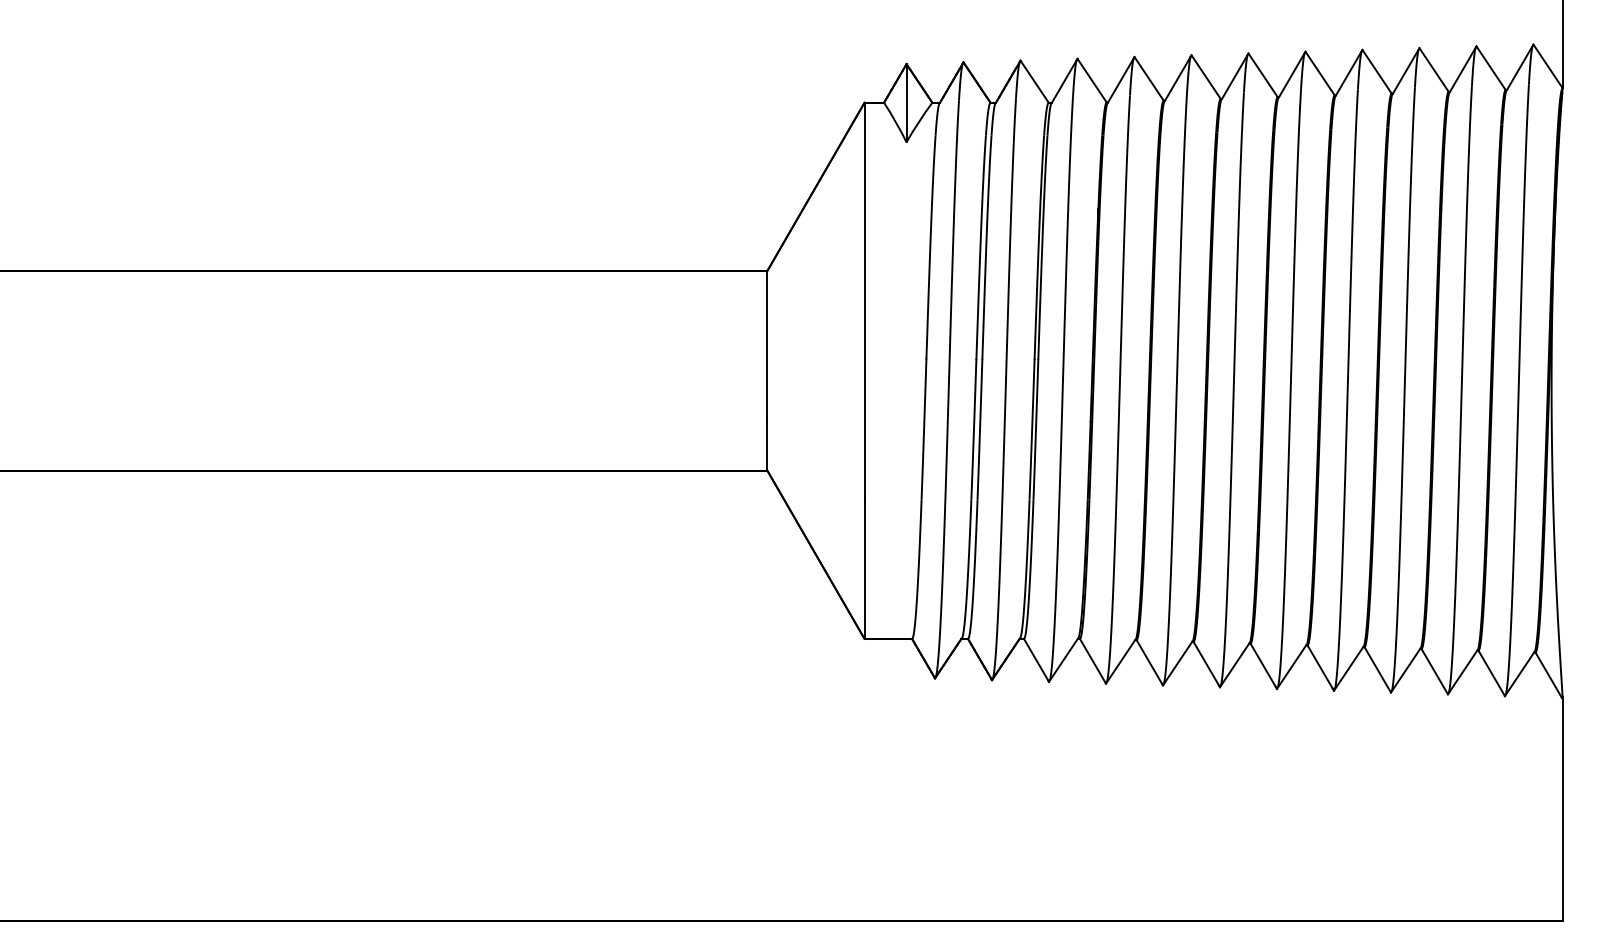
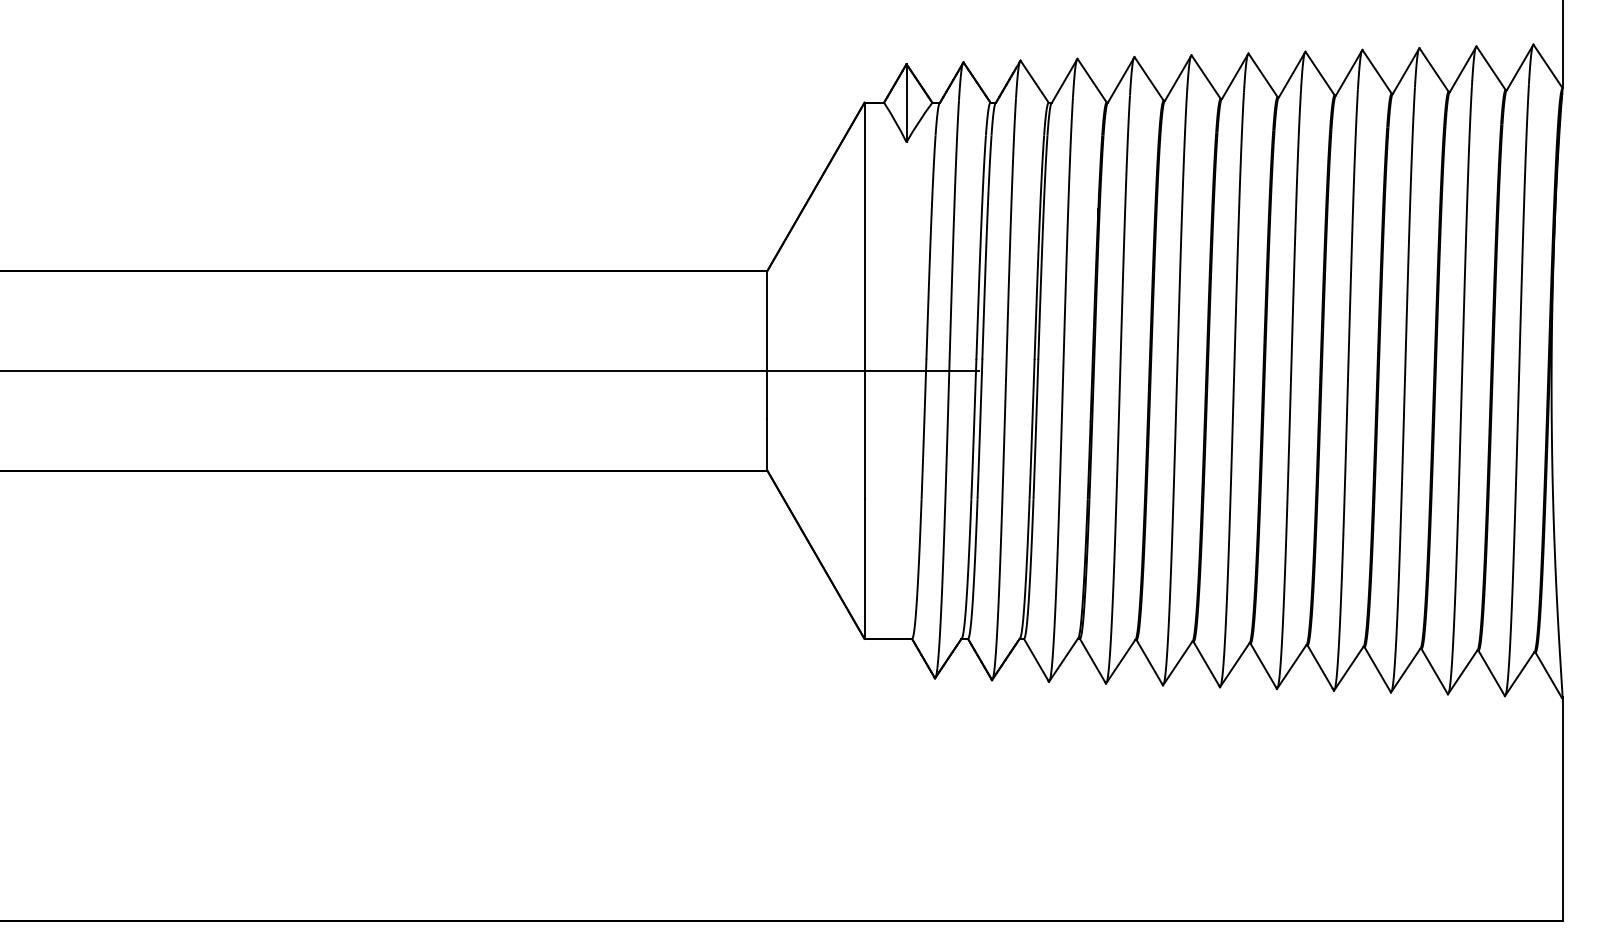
line at (490, 370): none -> present
